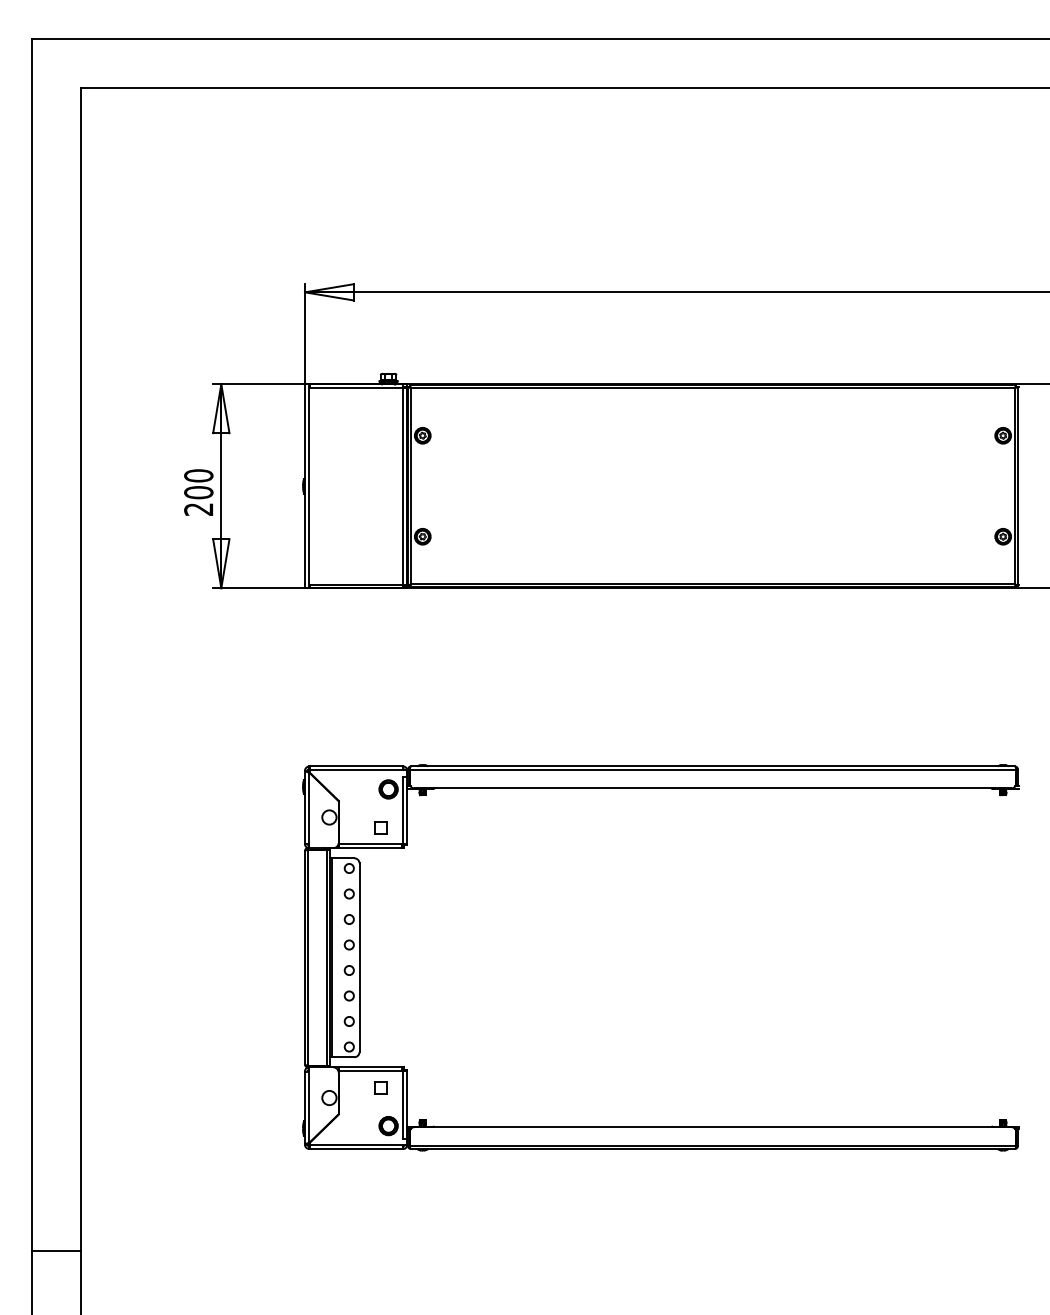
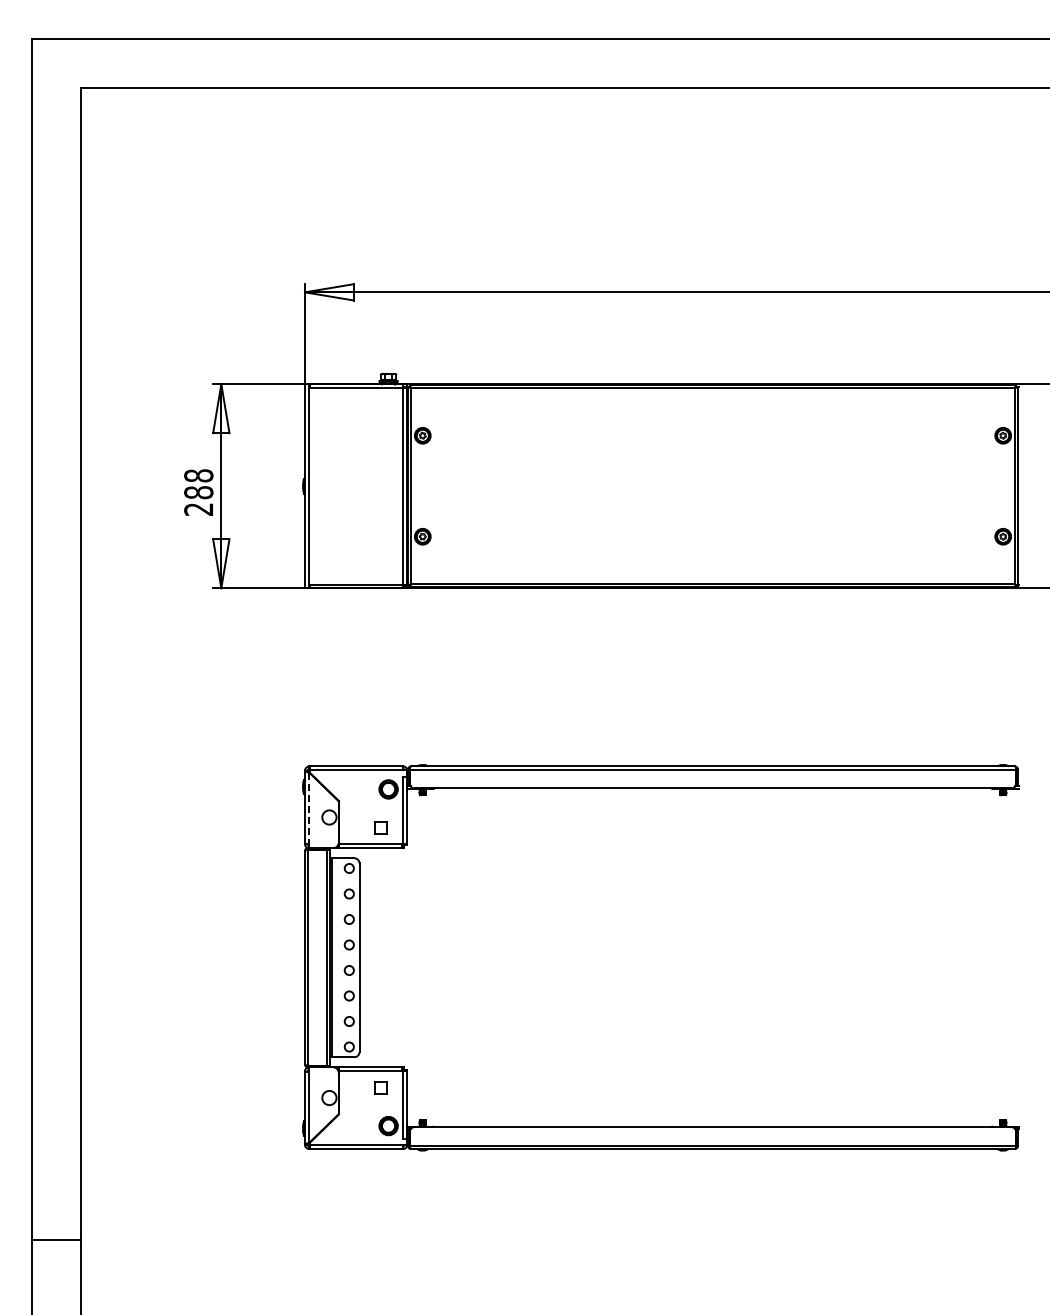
text at (198, 484): 200 -> 288
line at (309, 808): solid -> dashed
line at (55, 1251) position: (55, 1251) -> (55, 1240)
